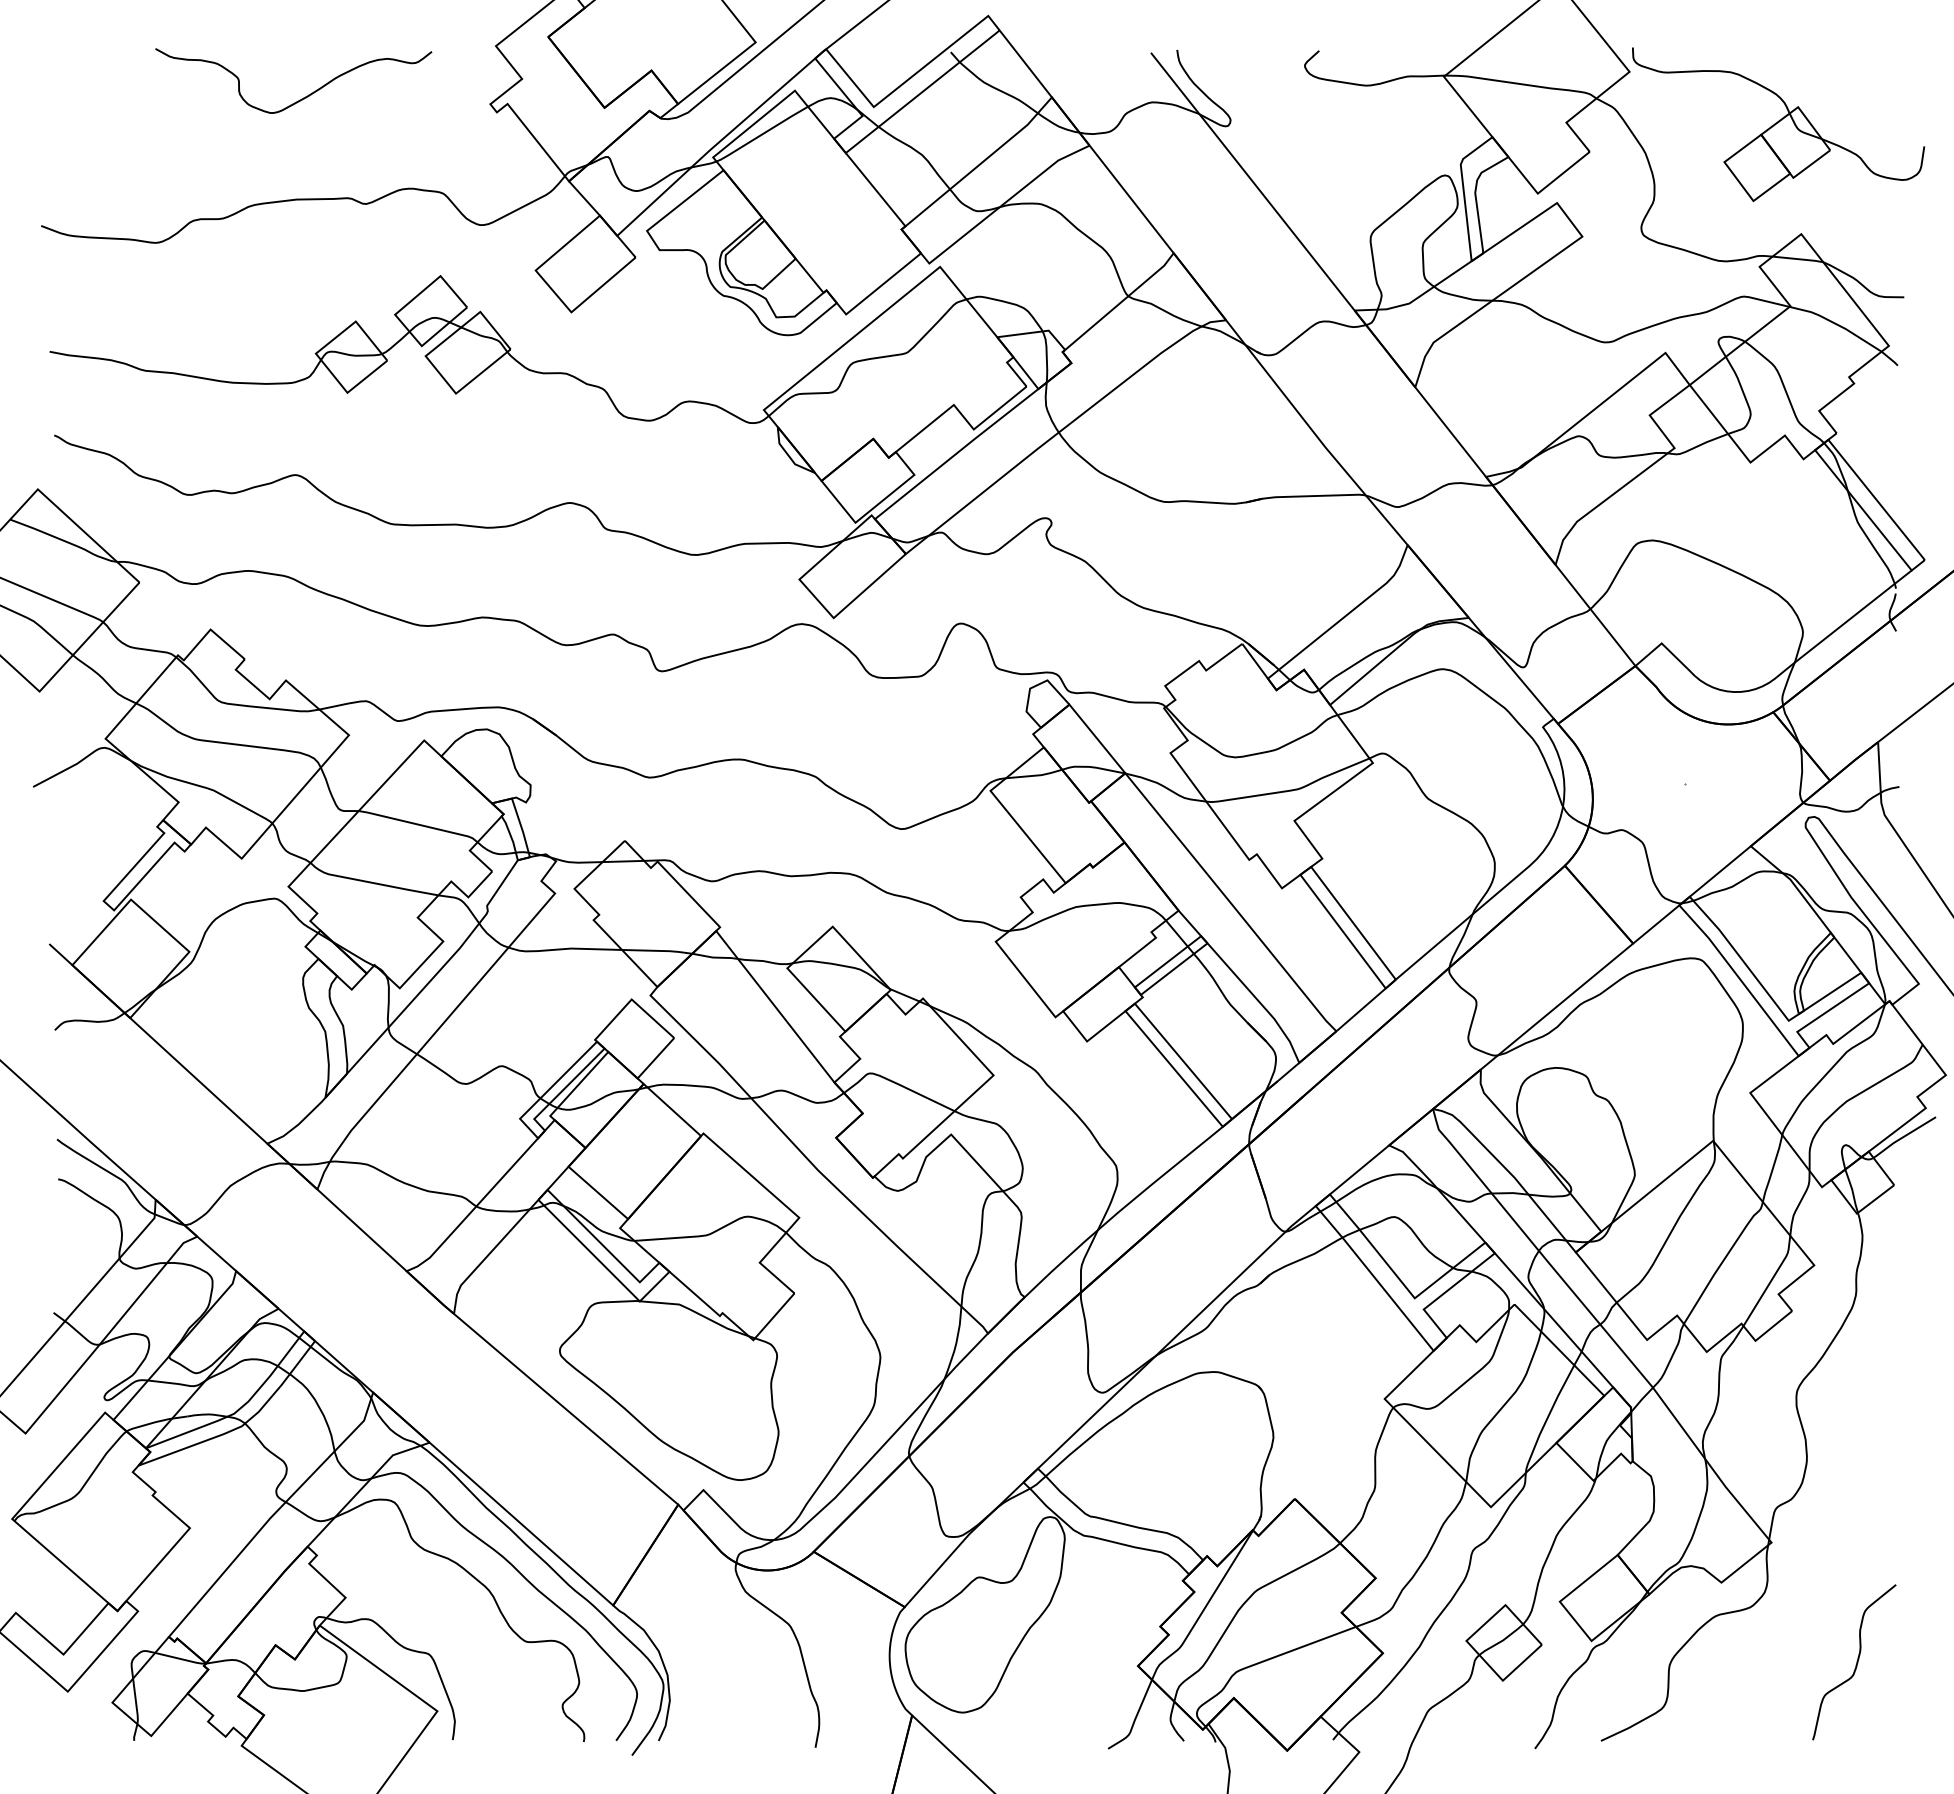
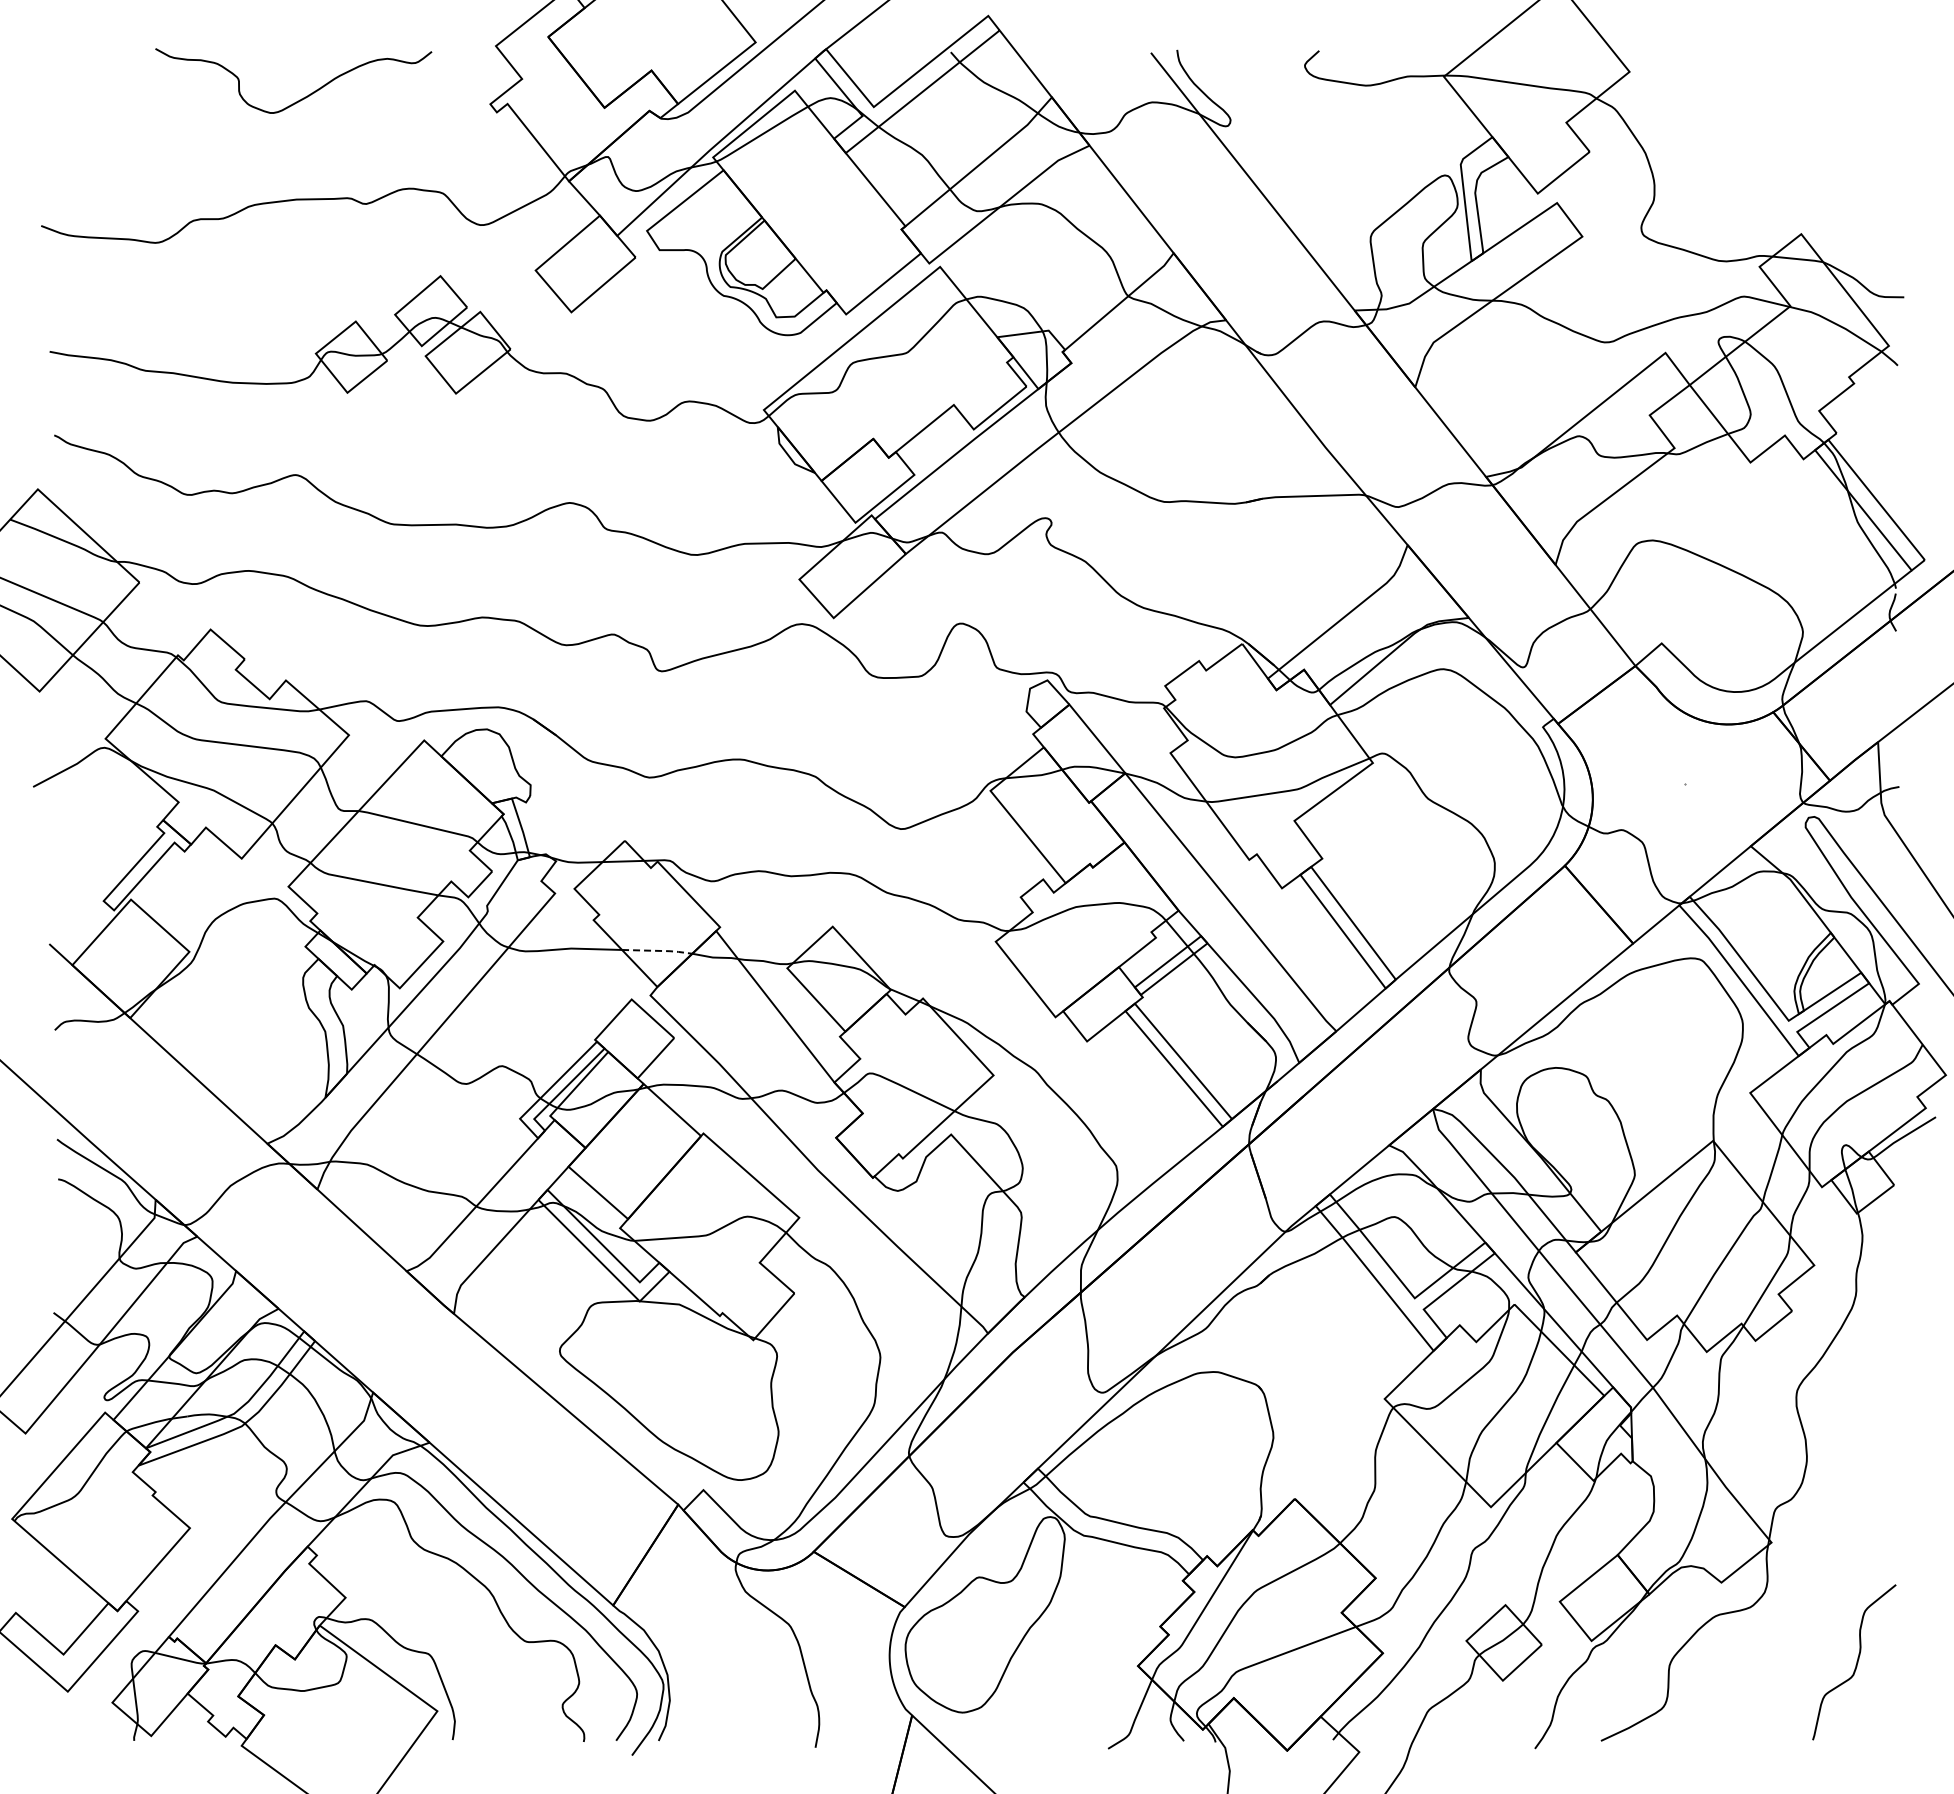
part at (1778, 124): present -> none
line at (658, 950): solid -> dashed
